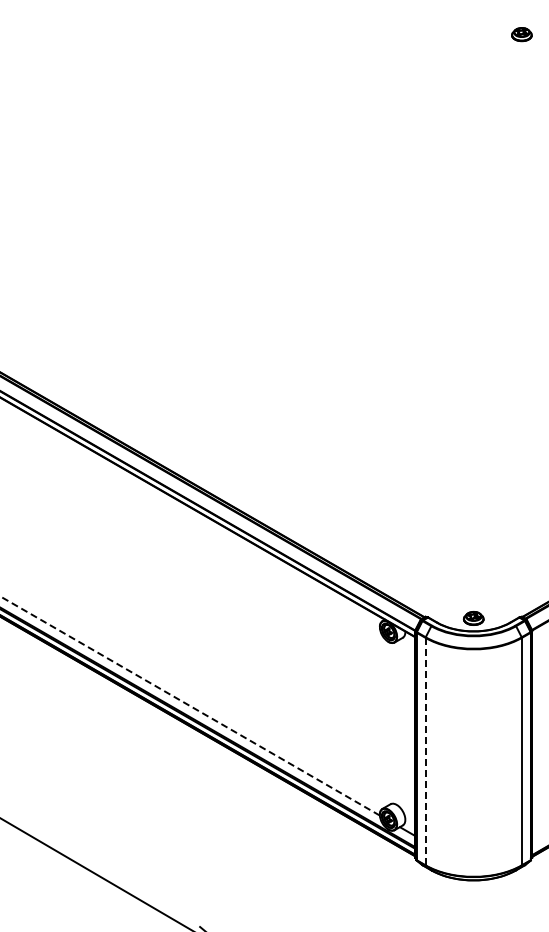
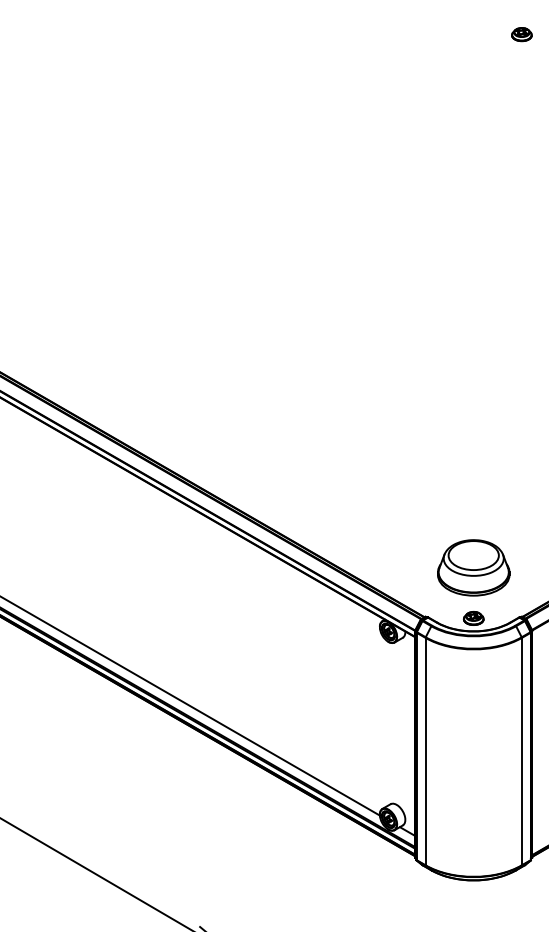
part at (473, 567): none -> present
line at (190, 706): dashed -> solid
line at (425, 751): dashed -> solid
